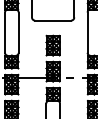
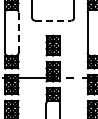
line at (53, 20): solid -> dashed
line at (18, 33): solid -> dashed
